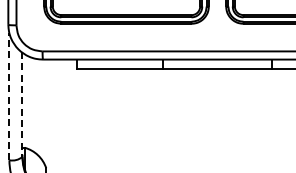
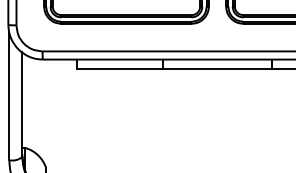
line at (9, 96): dashed -> solid
line at (22, 104): dashed -> solid
